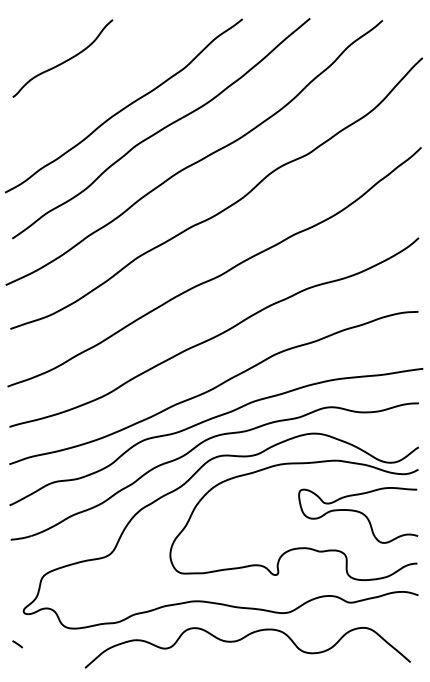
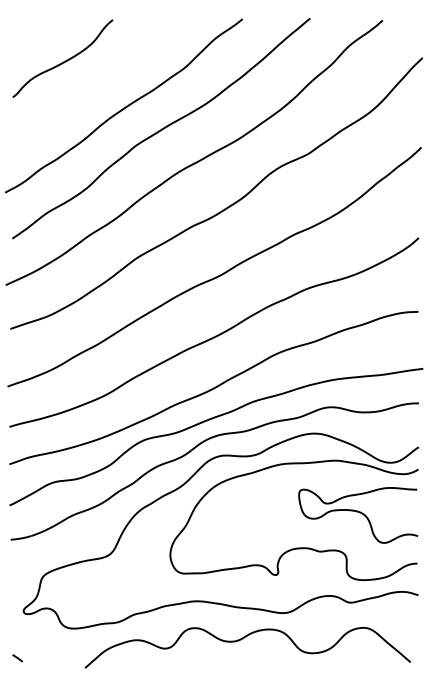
curve at (17, 644) position: (17, 644) -> (17, 658)
